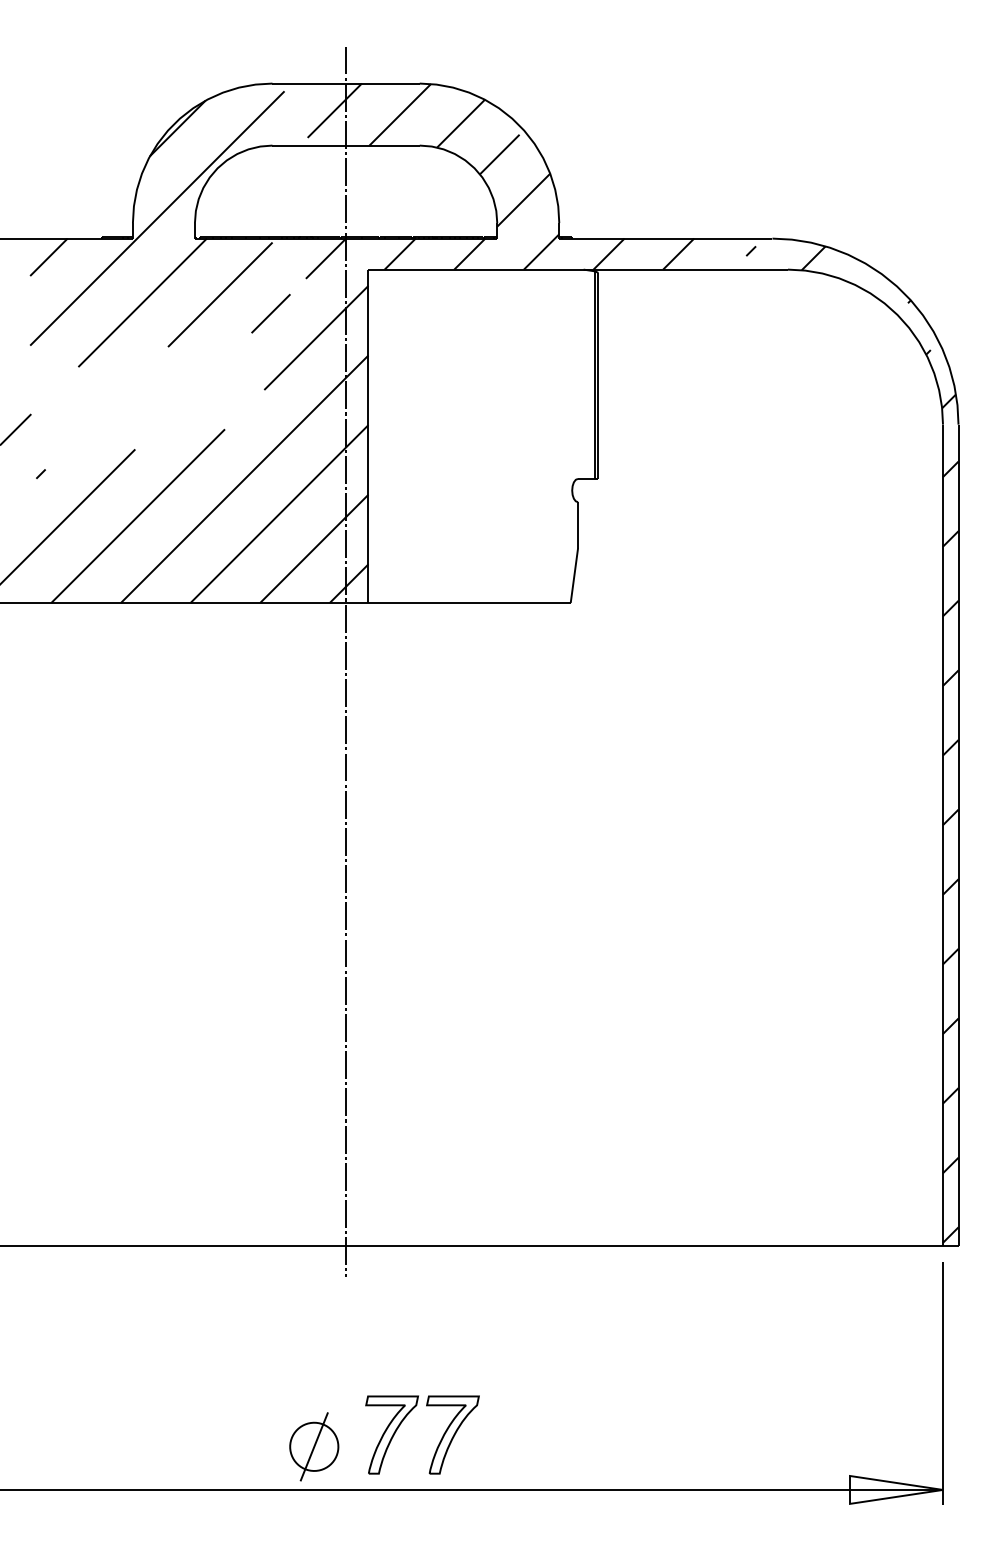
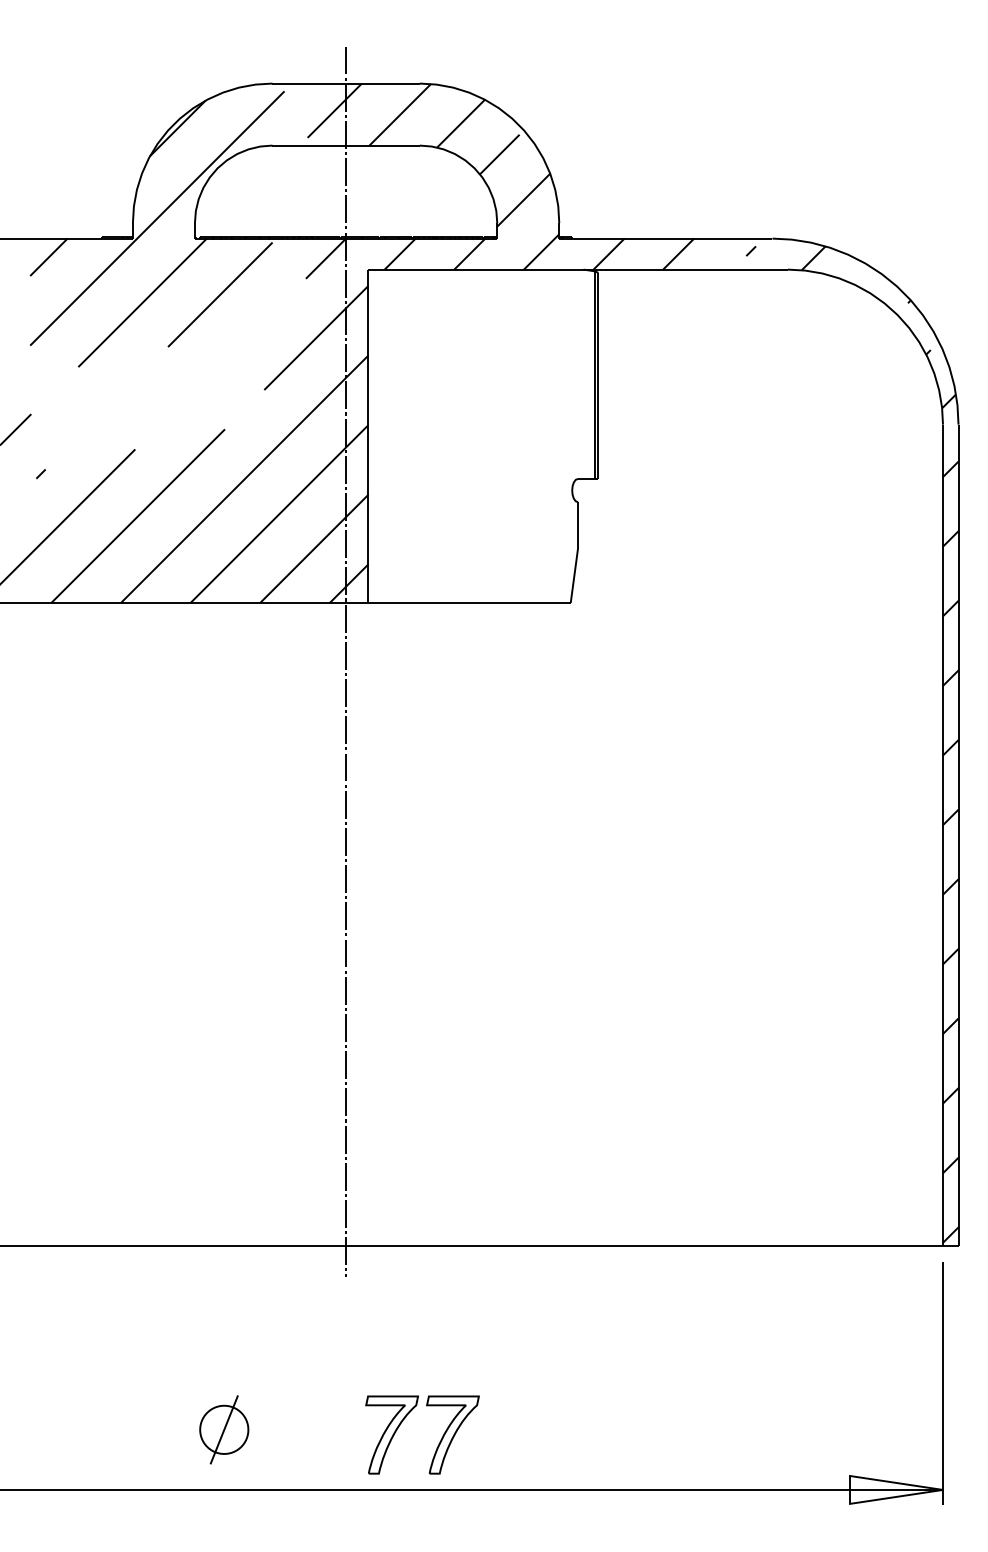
line at (270, 313): present -> none
part at (314, 1446) position: (314, 1446) -> (224, 1429)
